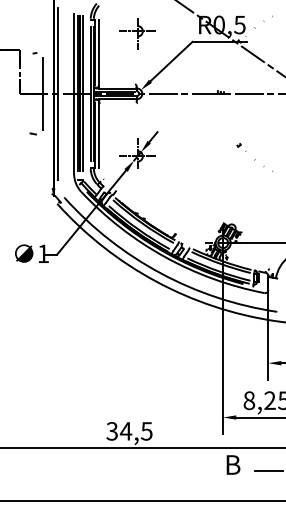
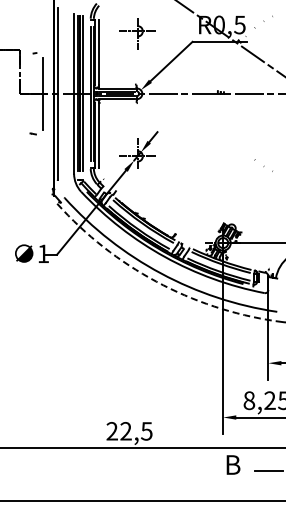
part at (241, 147): present -> none
arc at (156, 281): solid -> dashed
text at (119, 431): 34,5 -> 22,5
